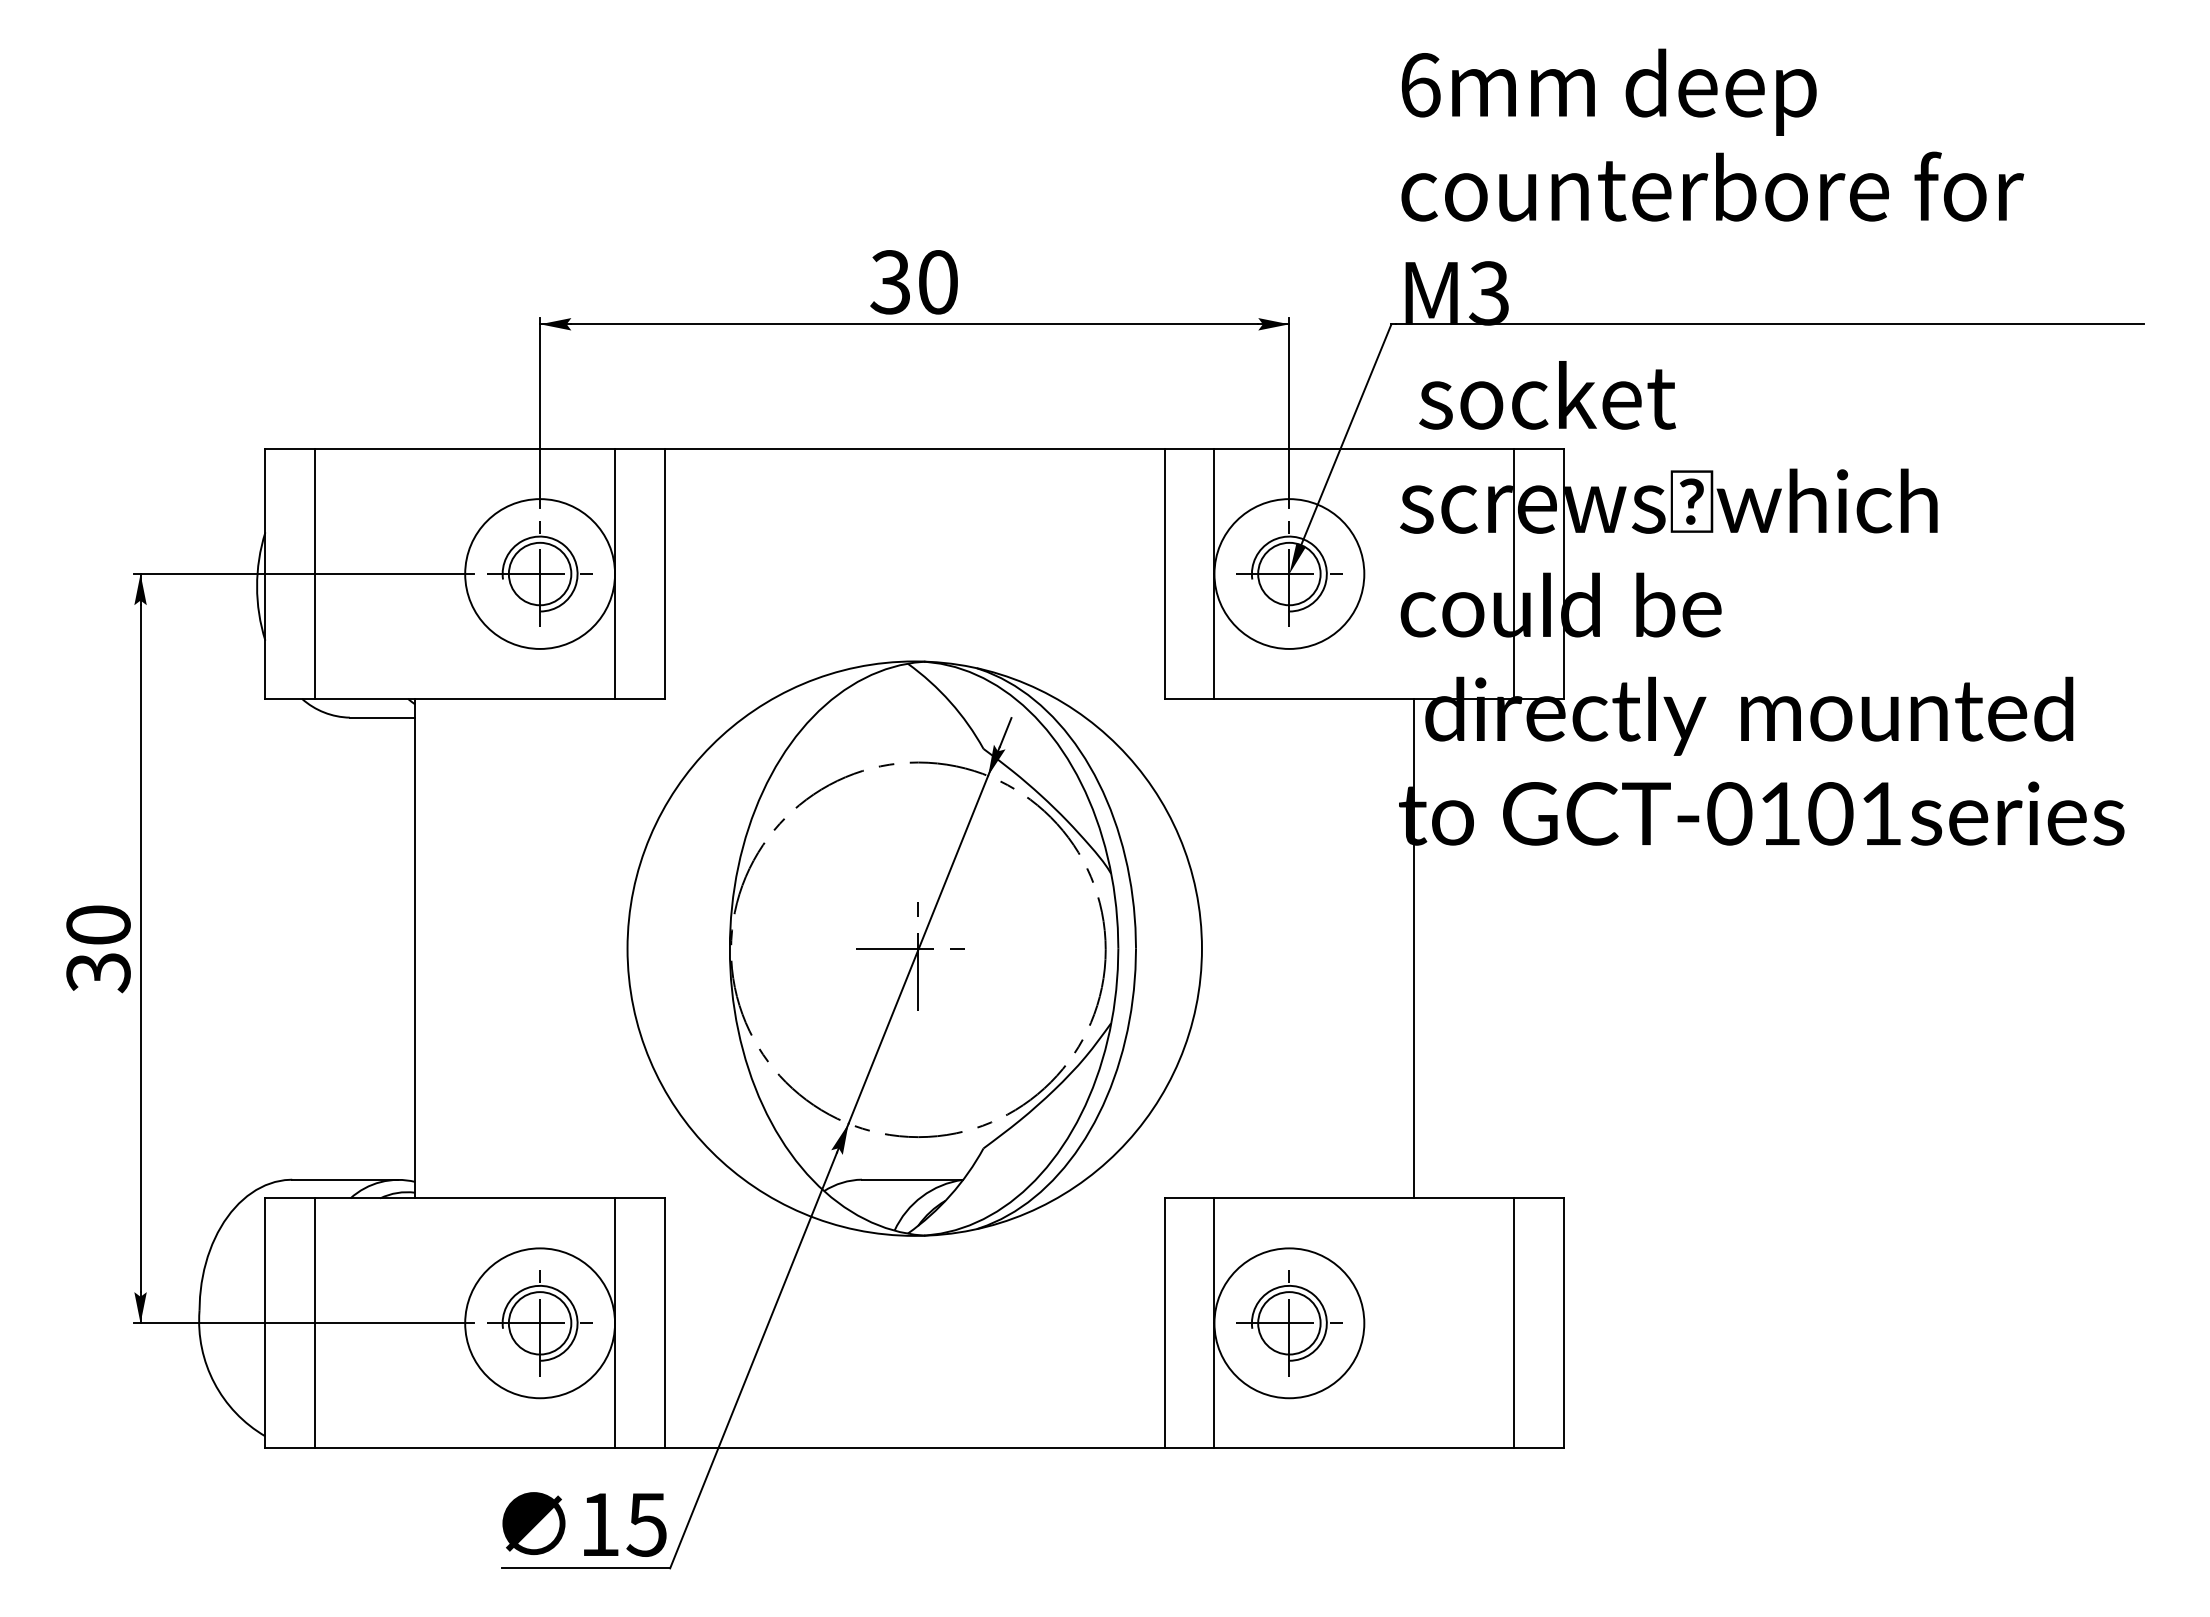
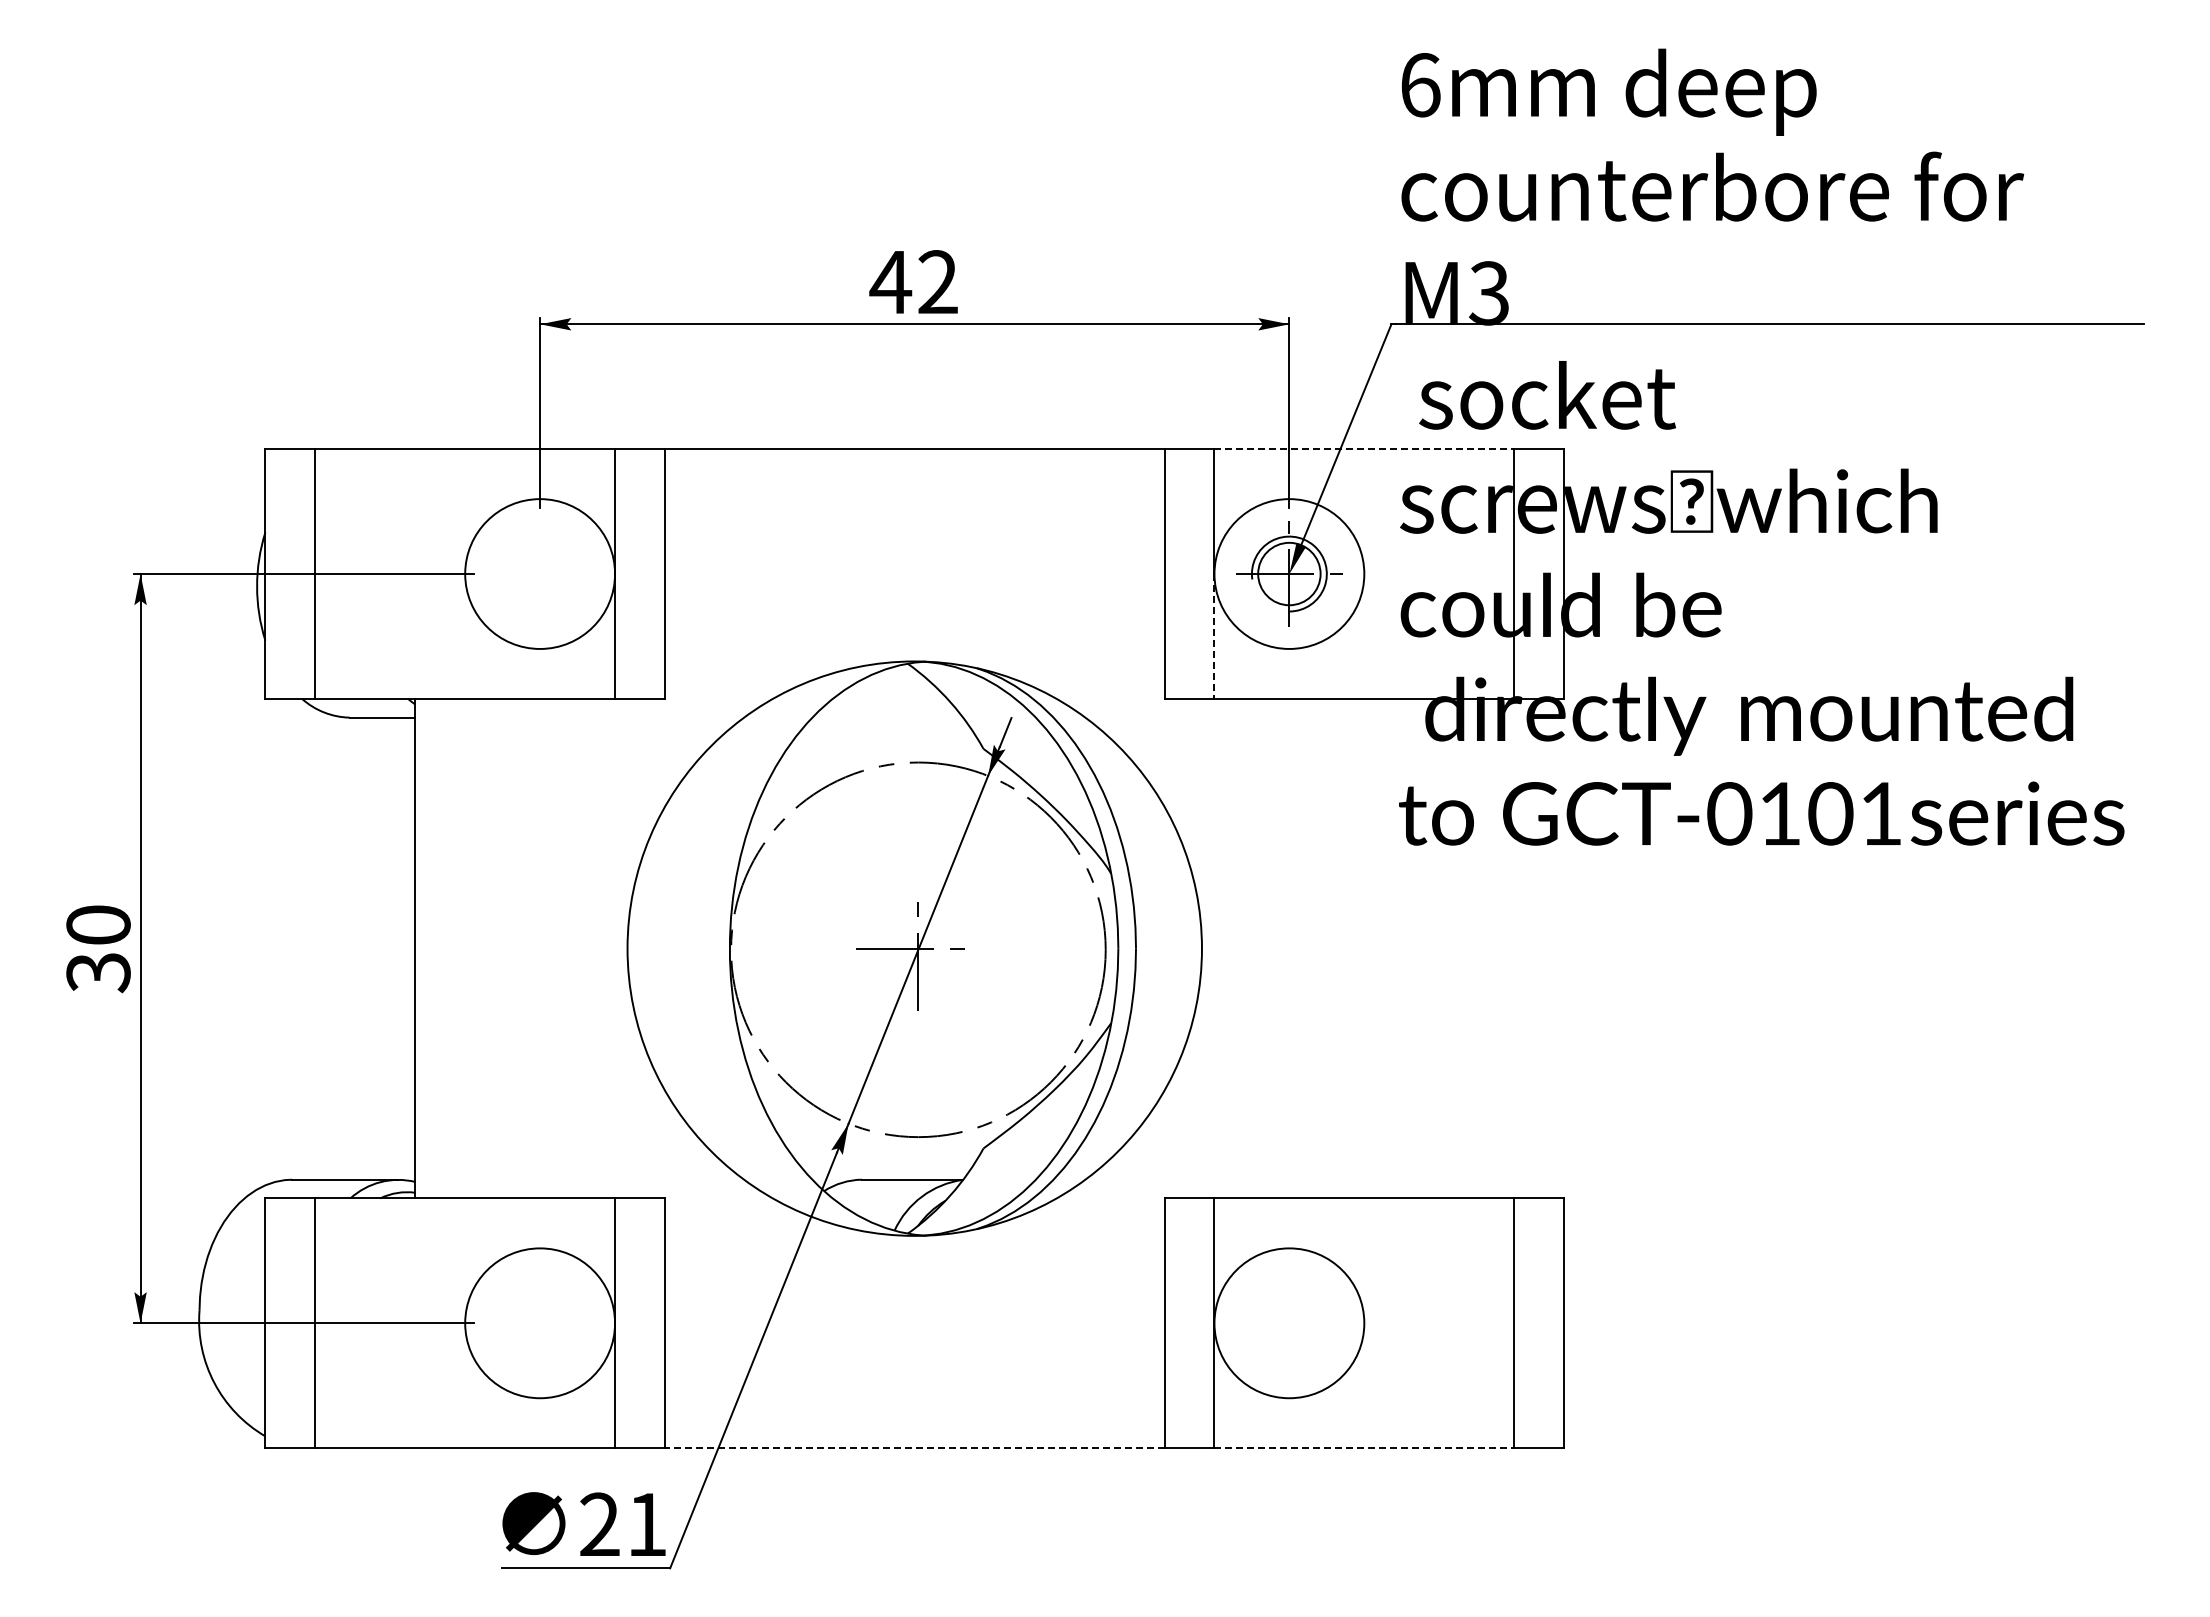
text at (913, 282): 30 -> 42
line at (1364, 449): solid -> dashed
part at (539, 573): present -> none
line at (1214, 636): solid -> dashed
line at (1414, 948): present -> none
part at (539, 1323): present -> none
part at (1289, 1323): present -> none
line at (914, 1448): solid -> dashed
line at (1364, 1448): solid -> dashed
text at (623, 1524): 15 -> 21
